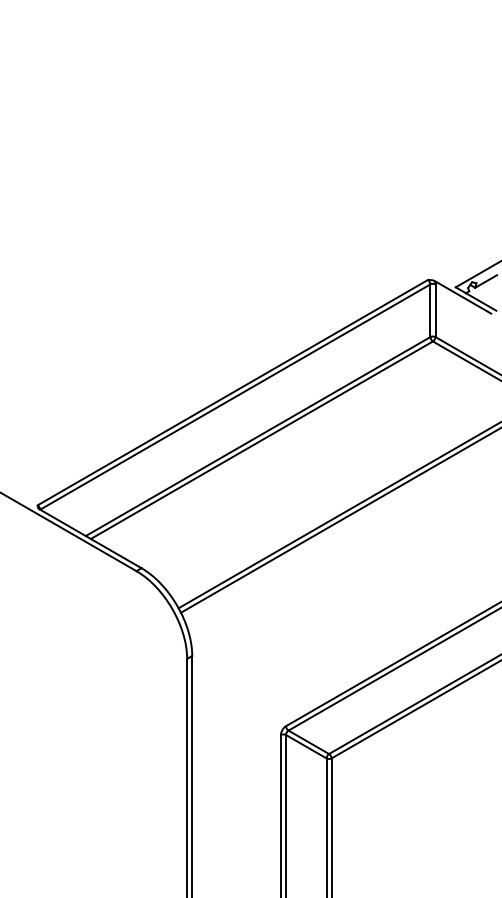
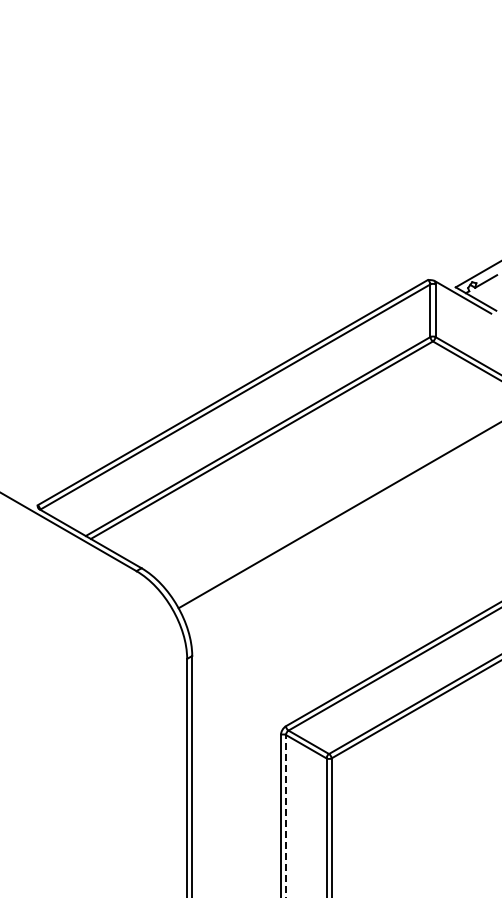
line at (339, 520): present -> none
line at (285, 816): solid -> dashed
